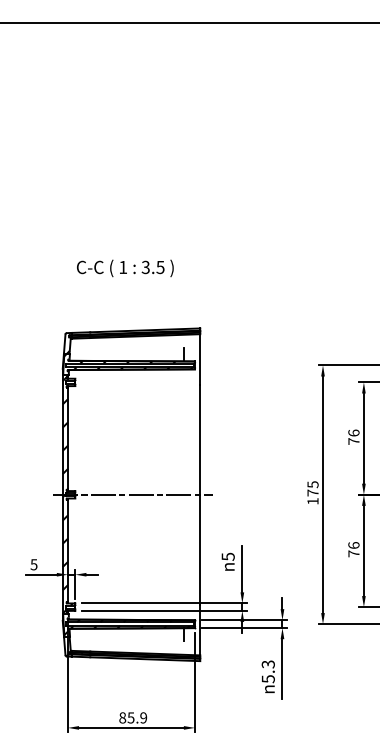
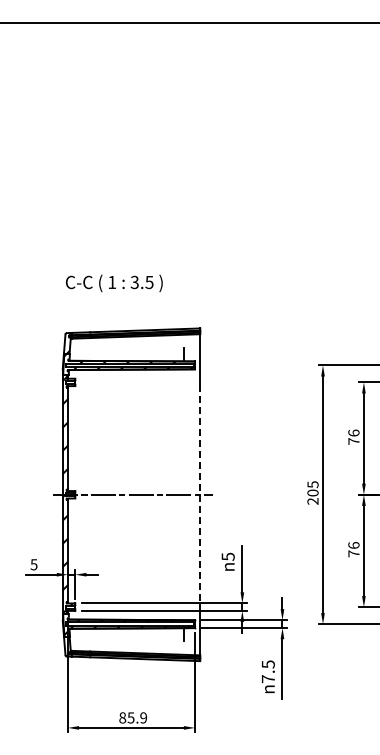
text at (125, 268) position: (125, 268) -> (114, 283)
line at (200, 495): solid -> dashed
text at (312, 496): 175 -> 205
text at (267, 671): 5.3 -> 7.5
